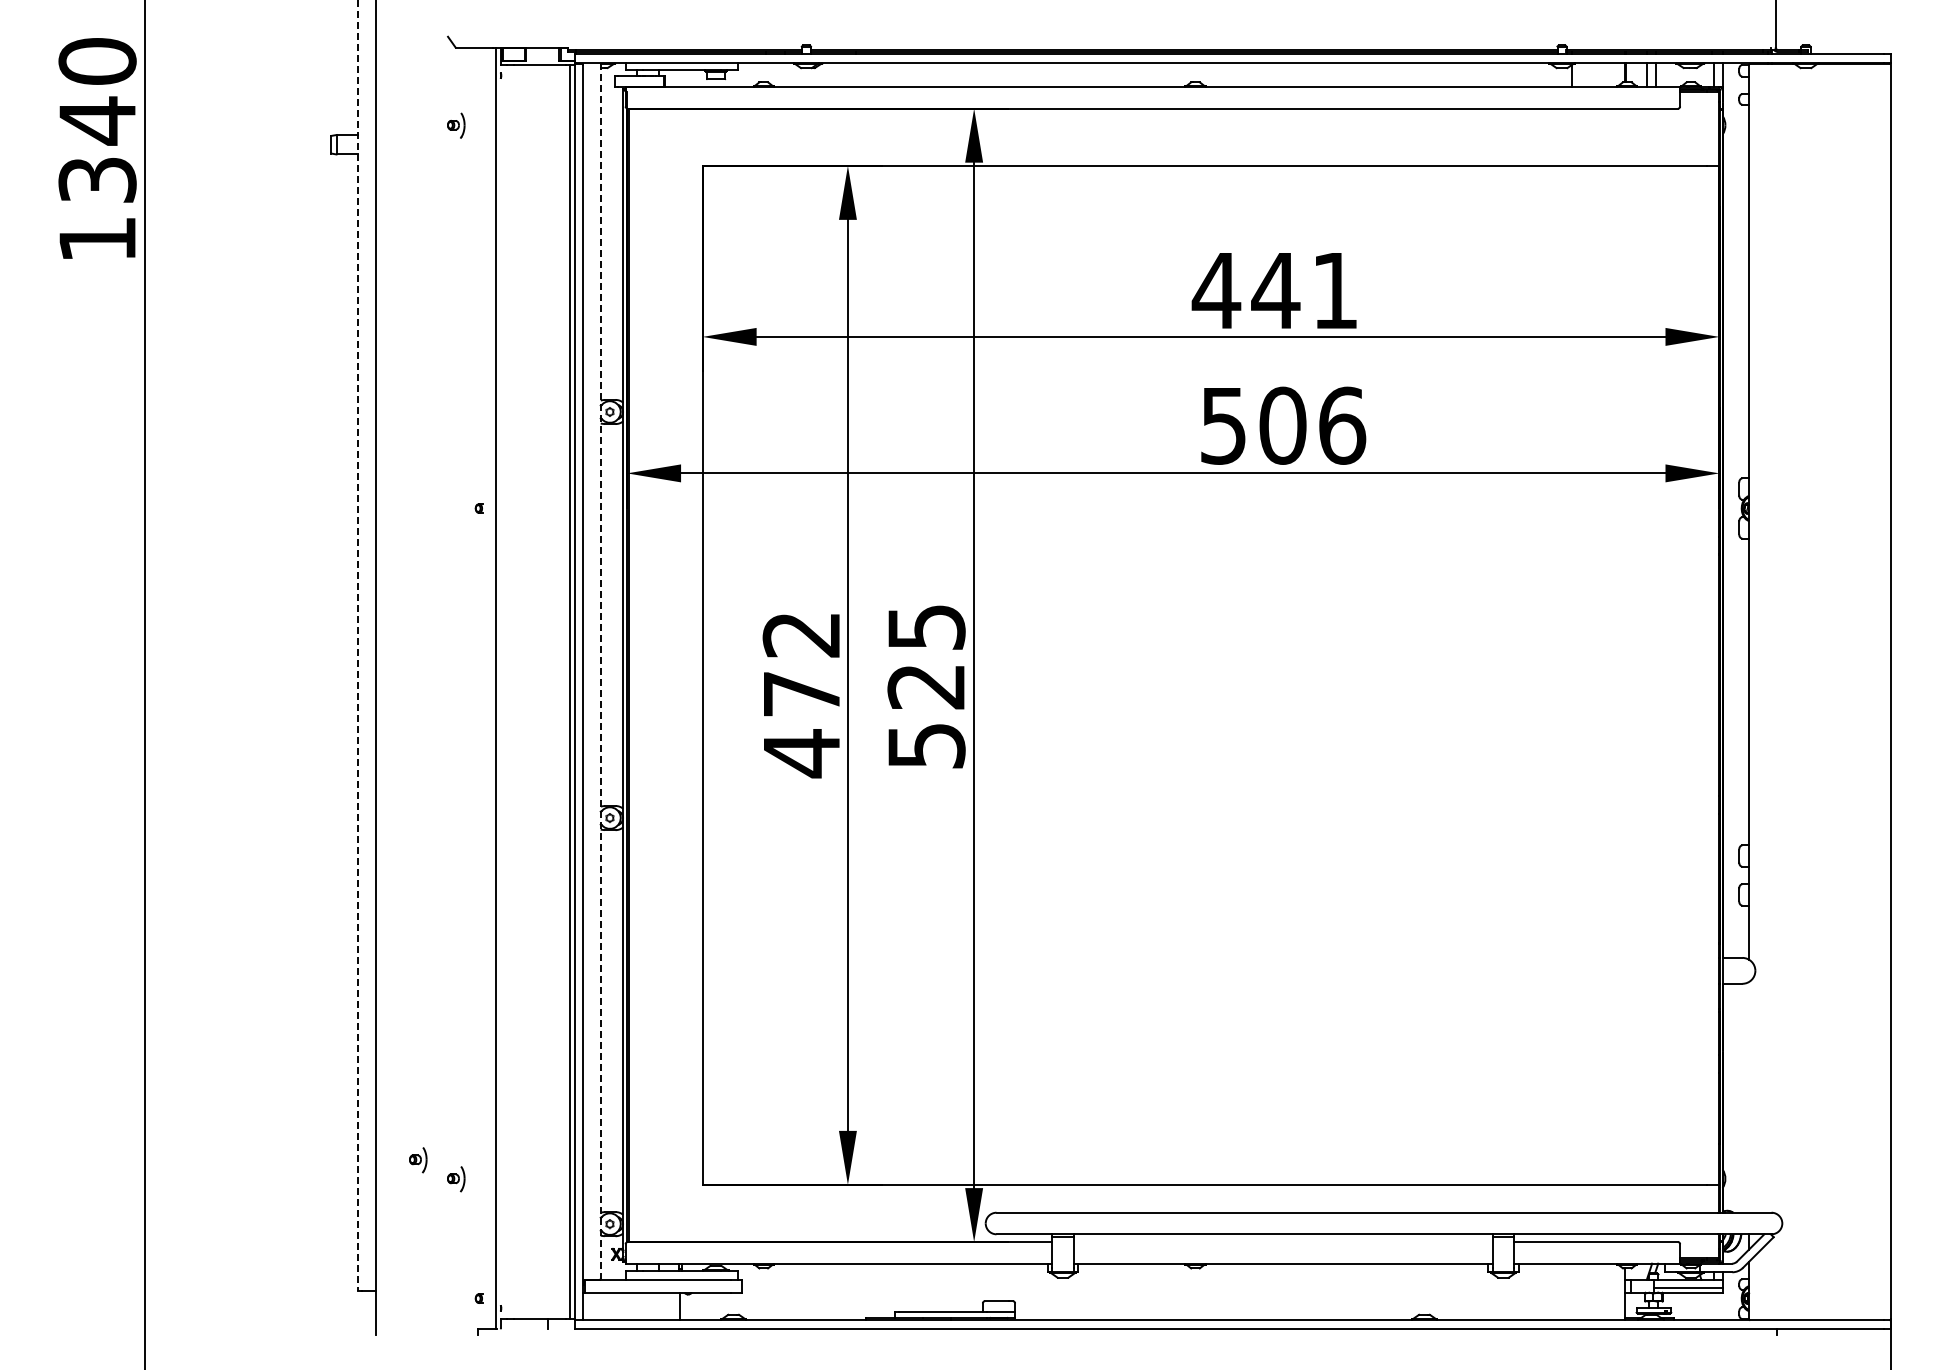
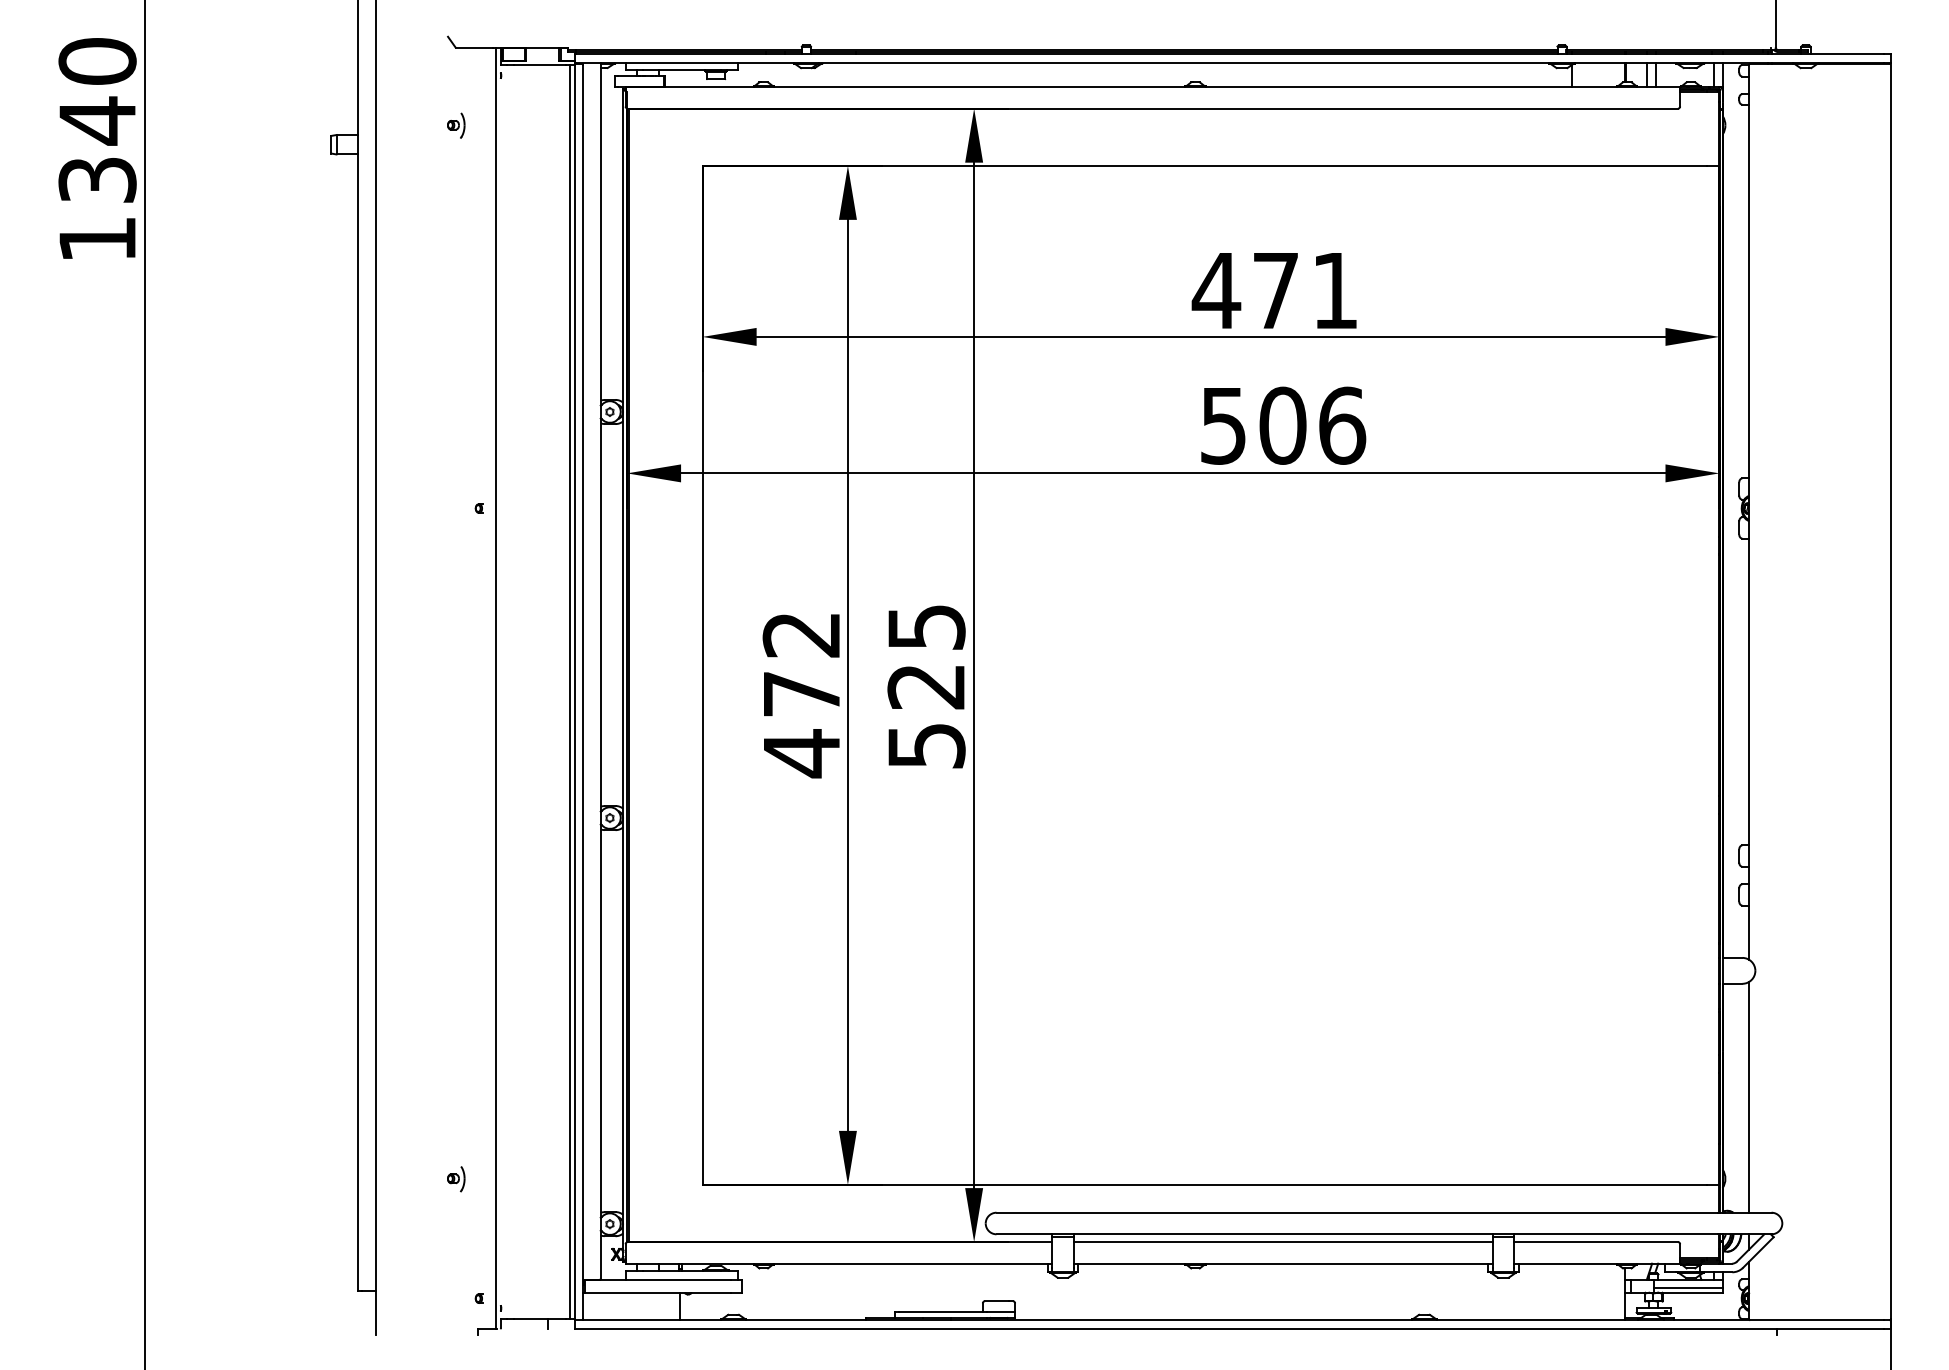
text at (1275, 290): 441 -> 471
line at (358, 646): dashed -> solid
line at (600, 671): dashed -> solid
line at (1749, 1096): none -> present
part at (418, 1160): present -> none
line at (1282, 1242): none -> present
